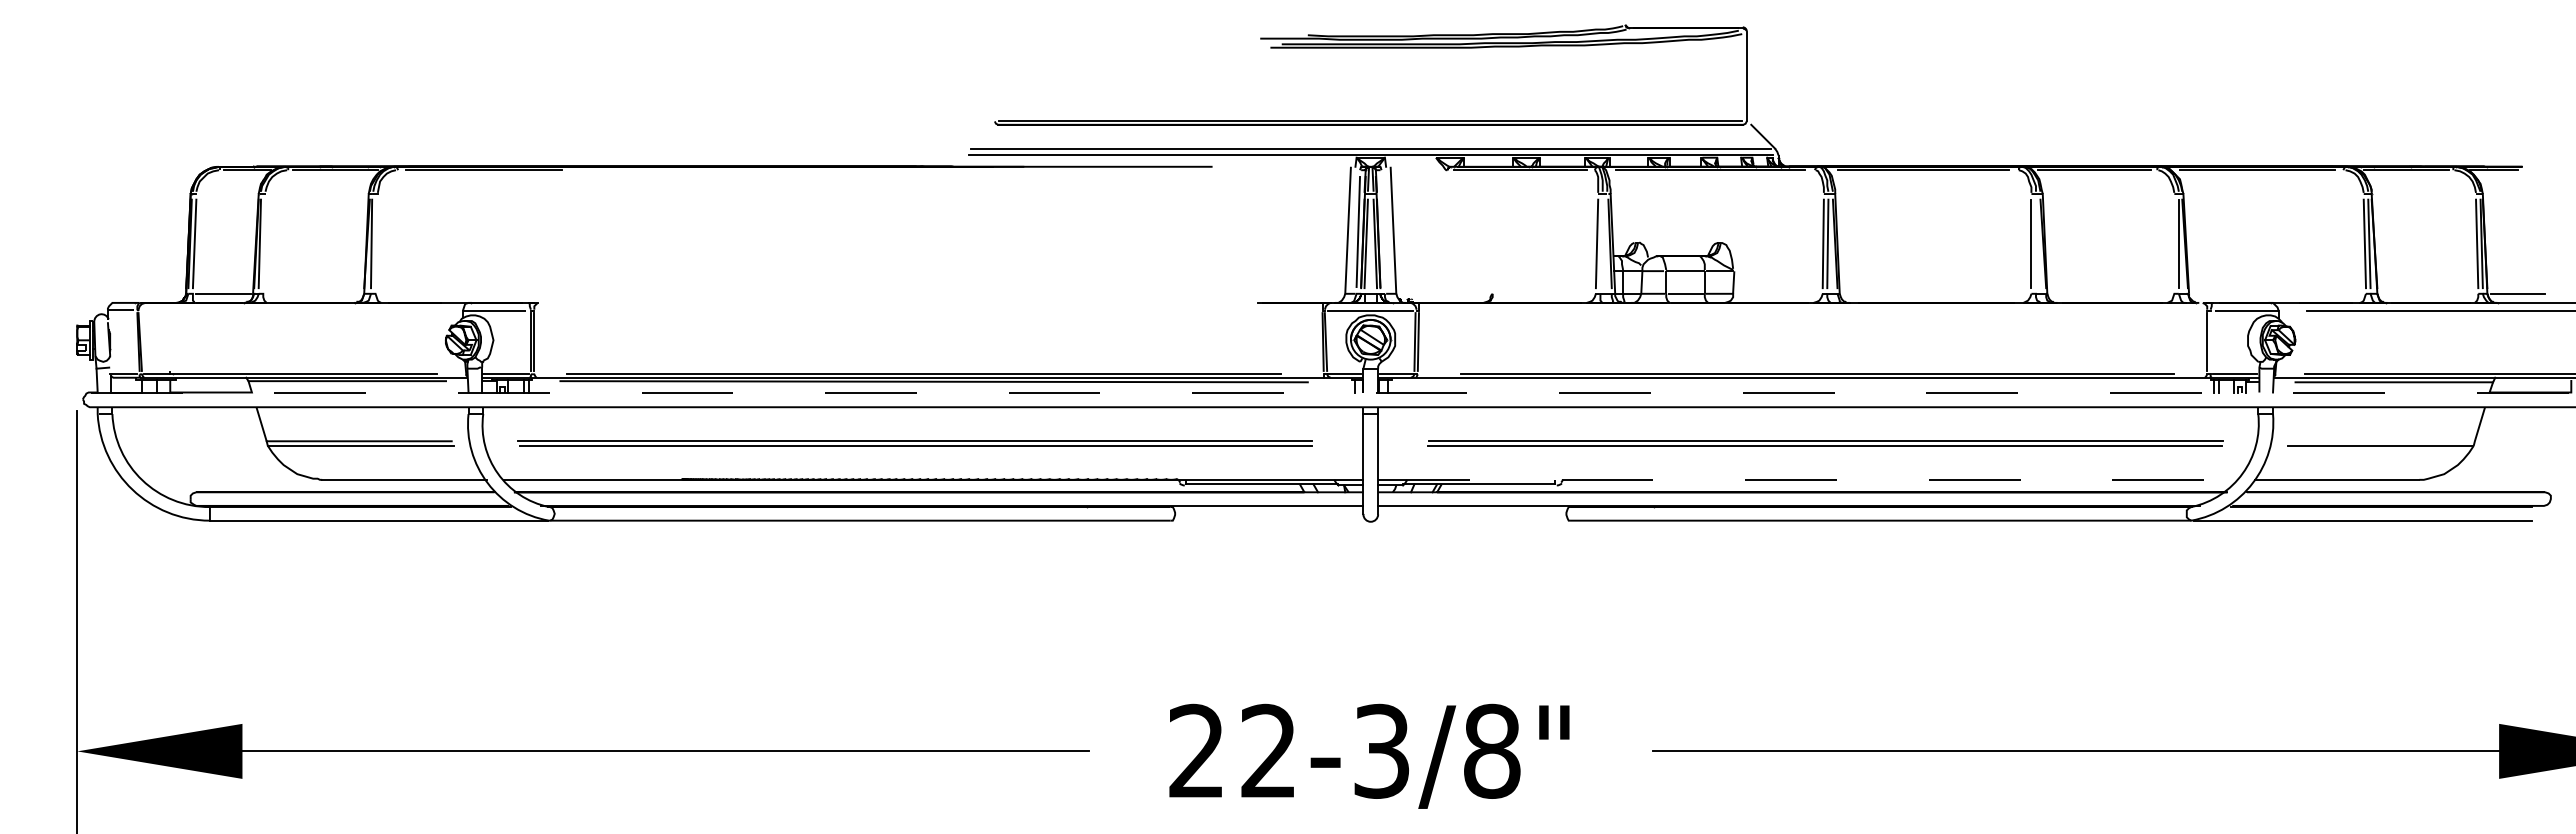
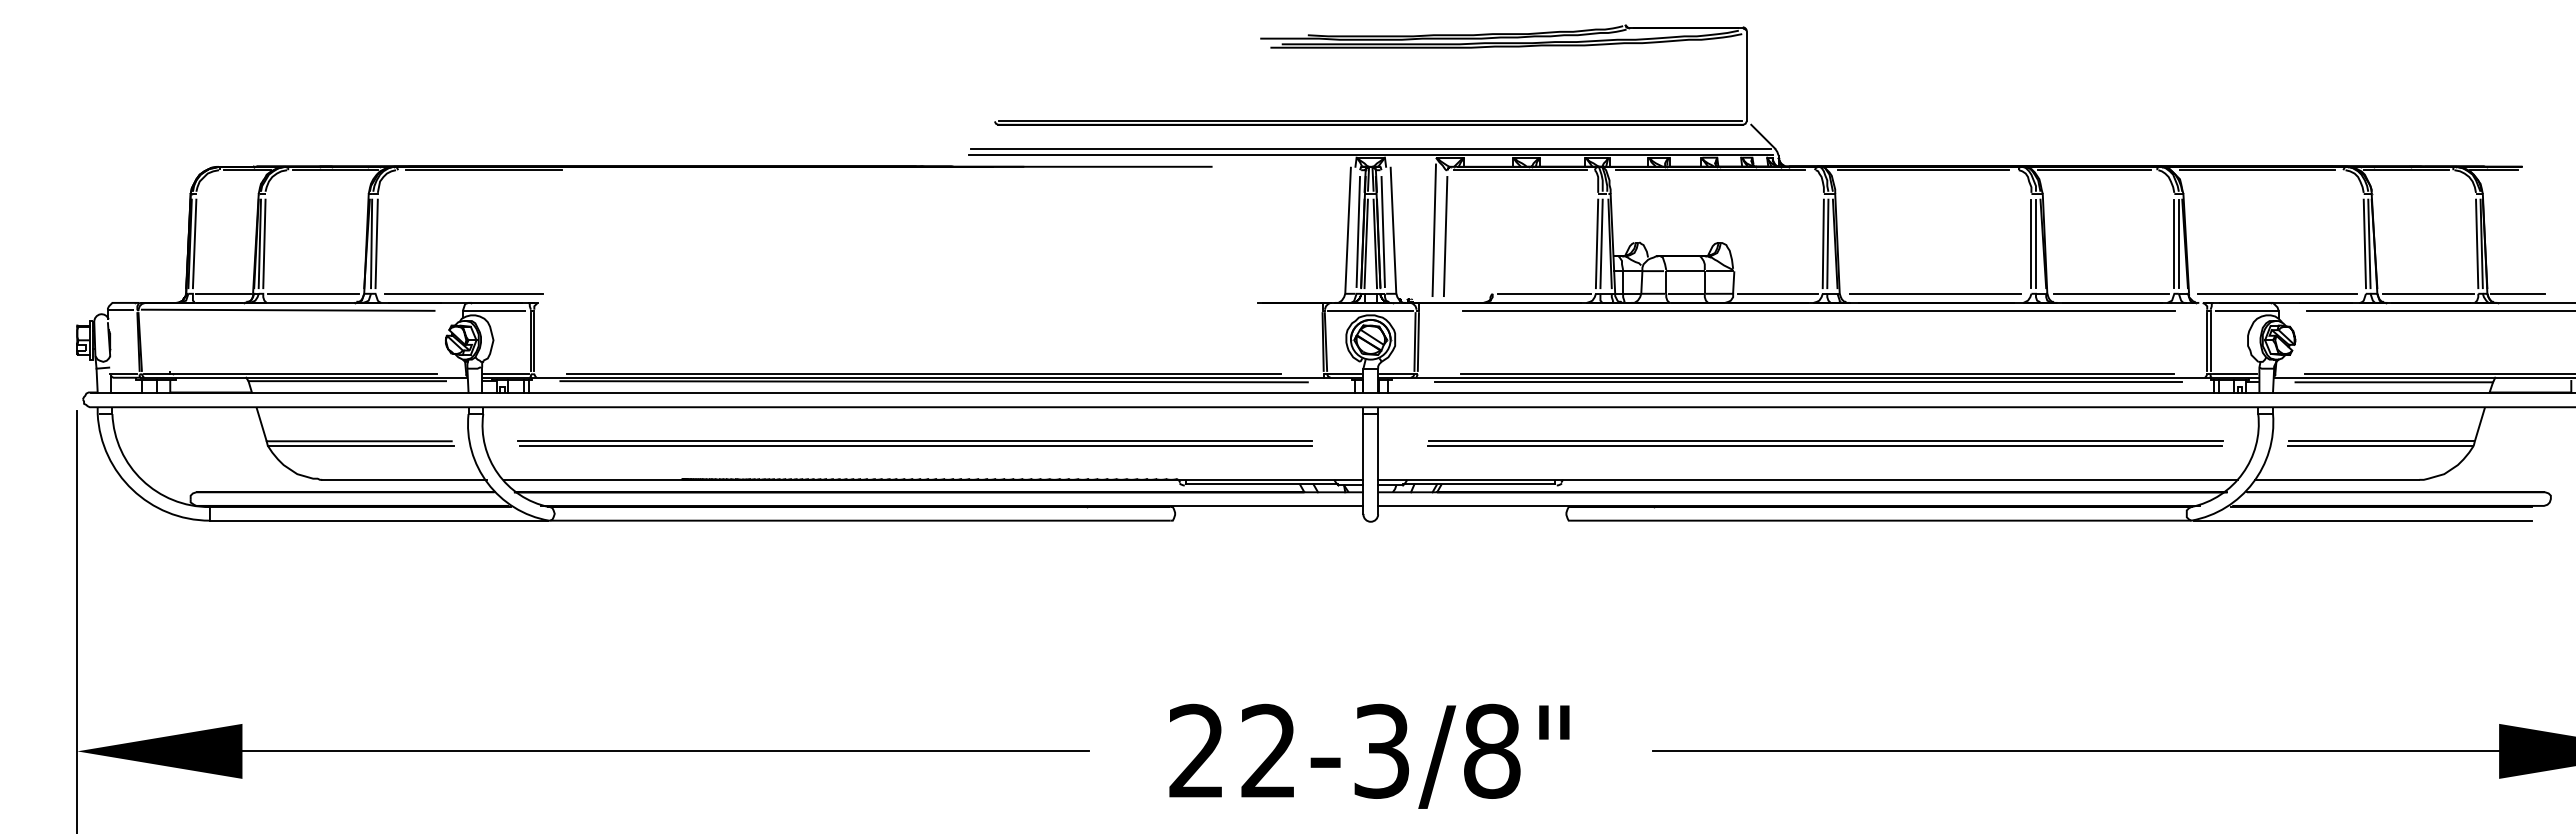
line at (1434, 230): none -> present
line at (1382, 232): none -> present
line at (1445, 236): none -> present
line at (264, 243): none -> present
line at (376, 243): none -> present
line at (1601, 243): none -> present
line at (2035, 243): none -> present
line at (2174, 243): none -> present
line at (312, 293): none -> present
line at (463, 293): none -> present
line at (1544, 293): none -> present
line at (1777, 293): none -> present
line at (1935, 293): none -> present
line at (2111, 293): none -> present
line at (2277, 293): none -> present
line at (2428, 293): none -> present
line at (287, 309): none -> present
line at (1819, 310): none -> present
line at (2210, 341): none -> present
line at (1808, 382): none -> present
line at (1333, 392): dashed -> solid
line at (2380, 441): none -> present
line at (1808, 479): dashed -> solid
